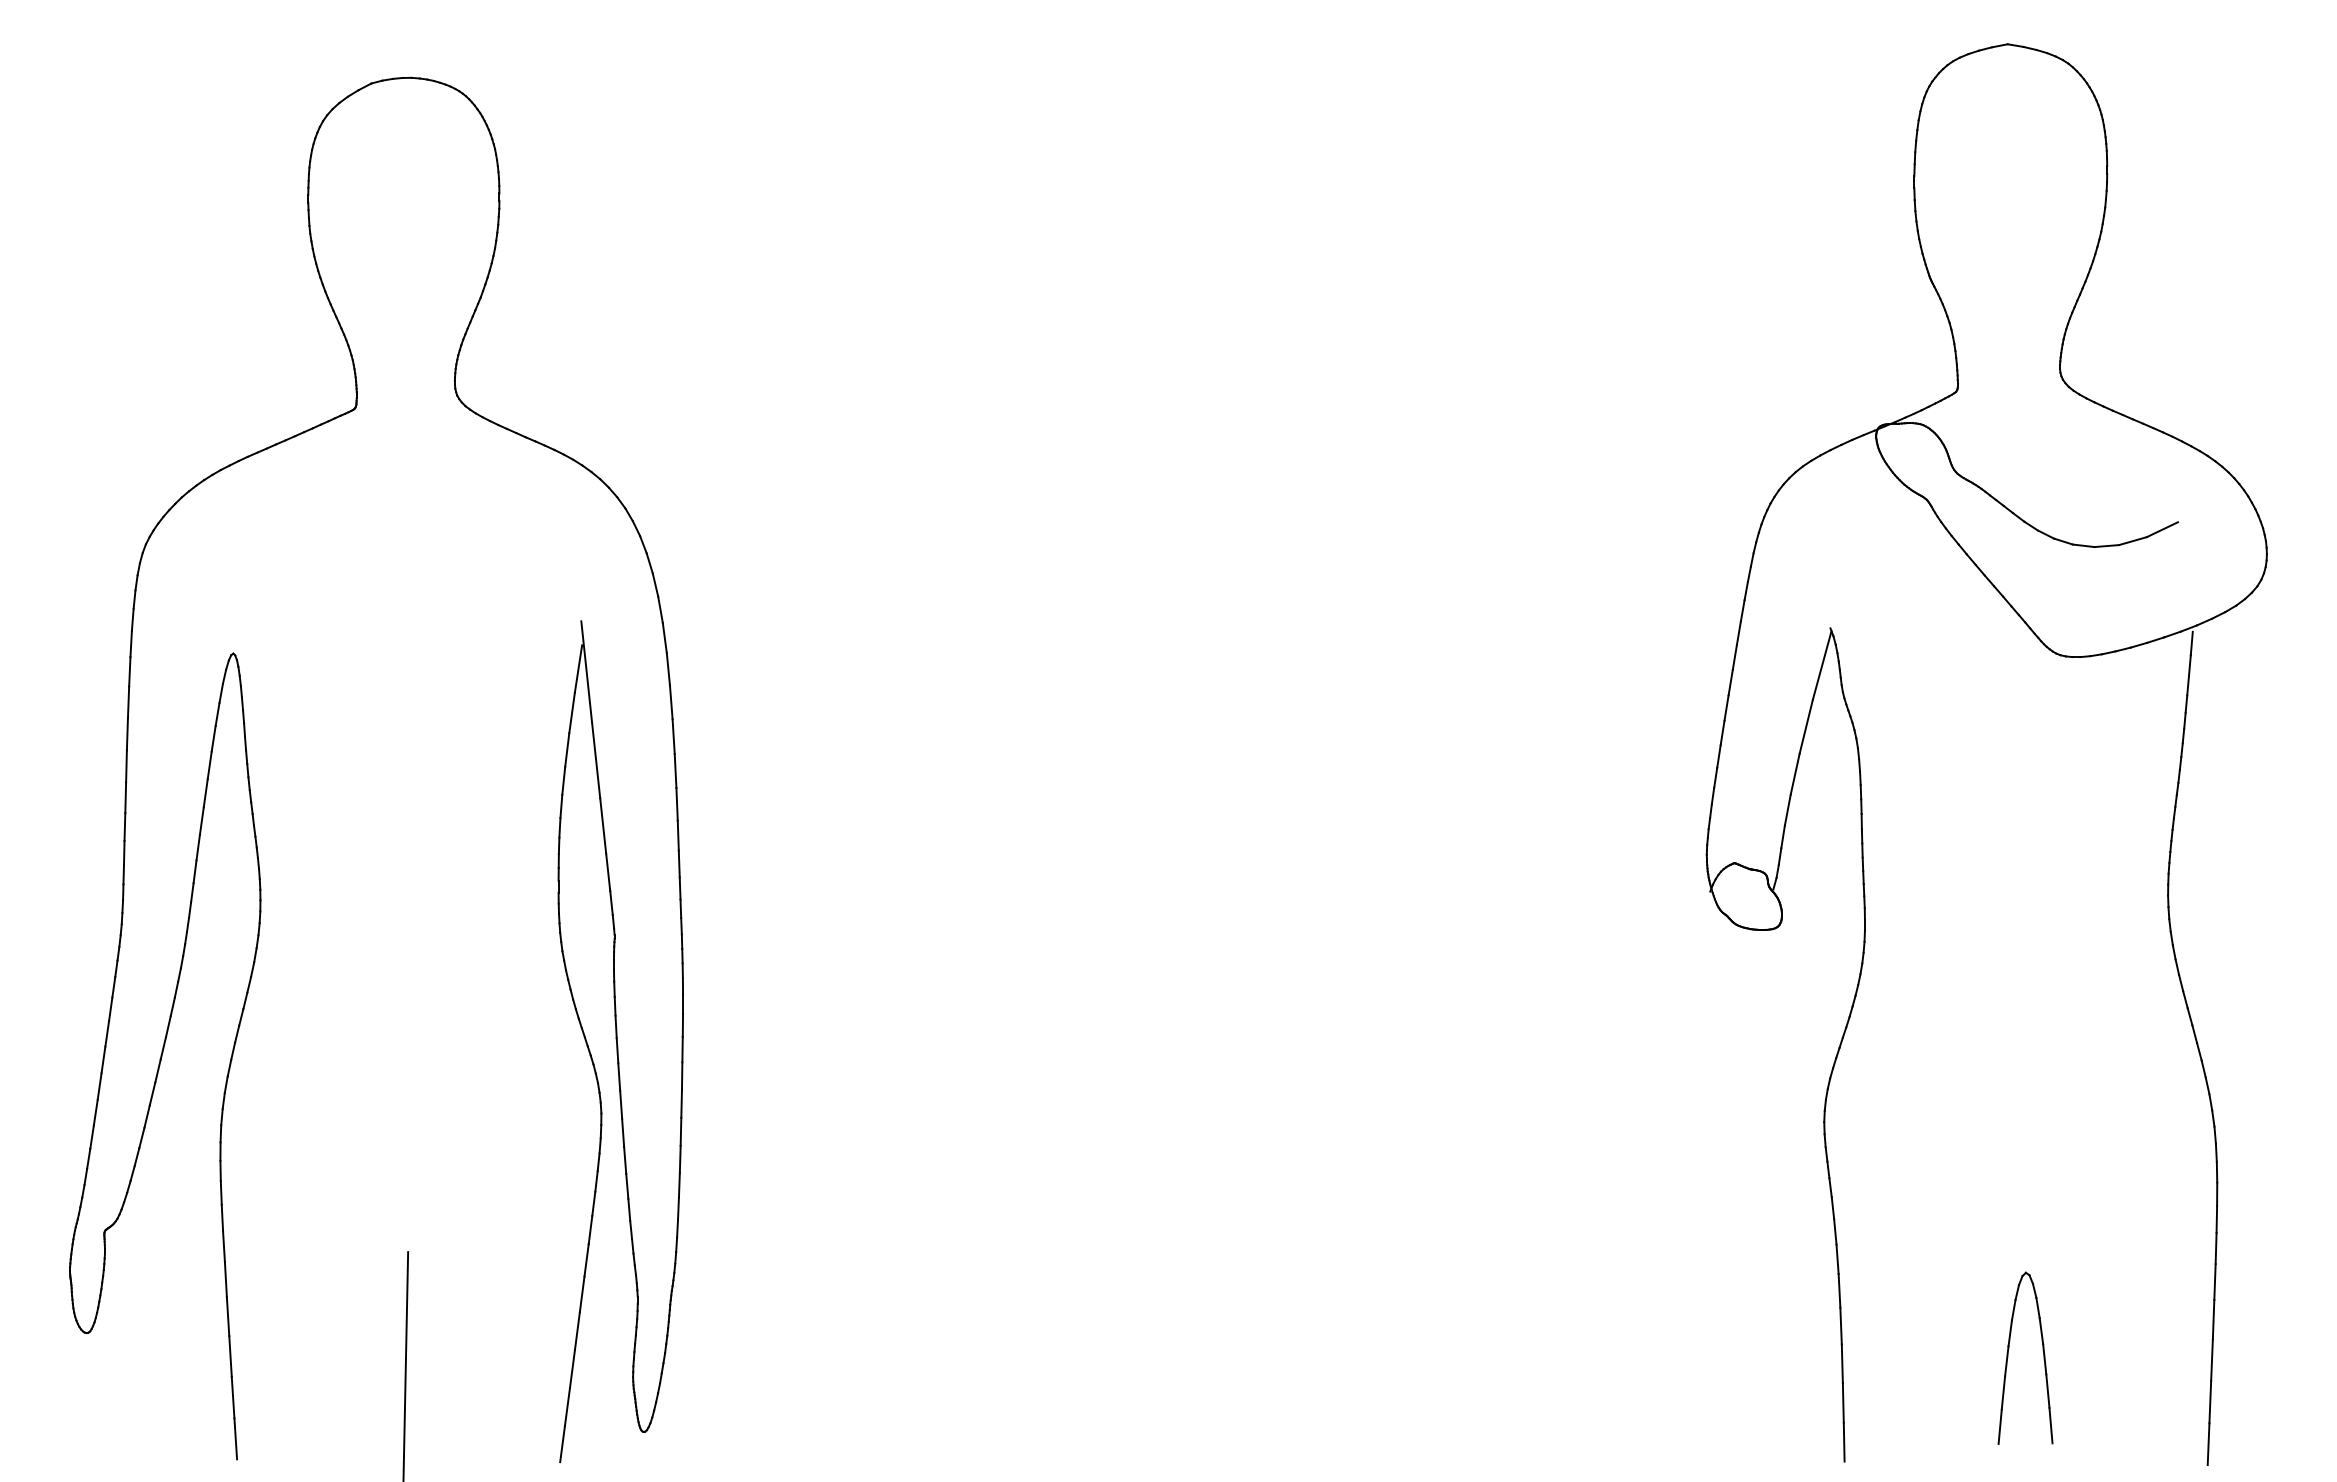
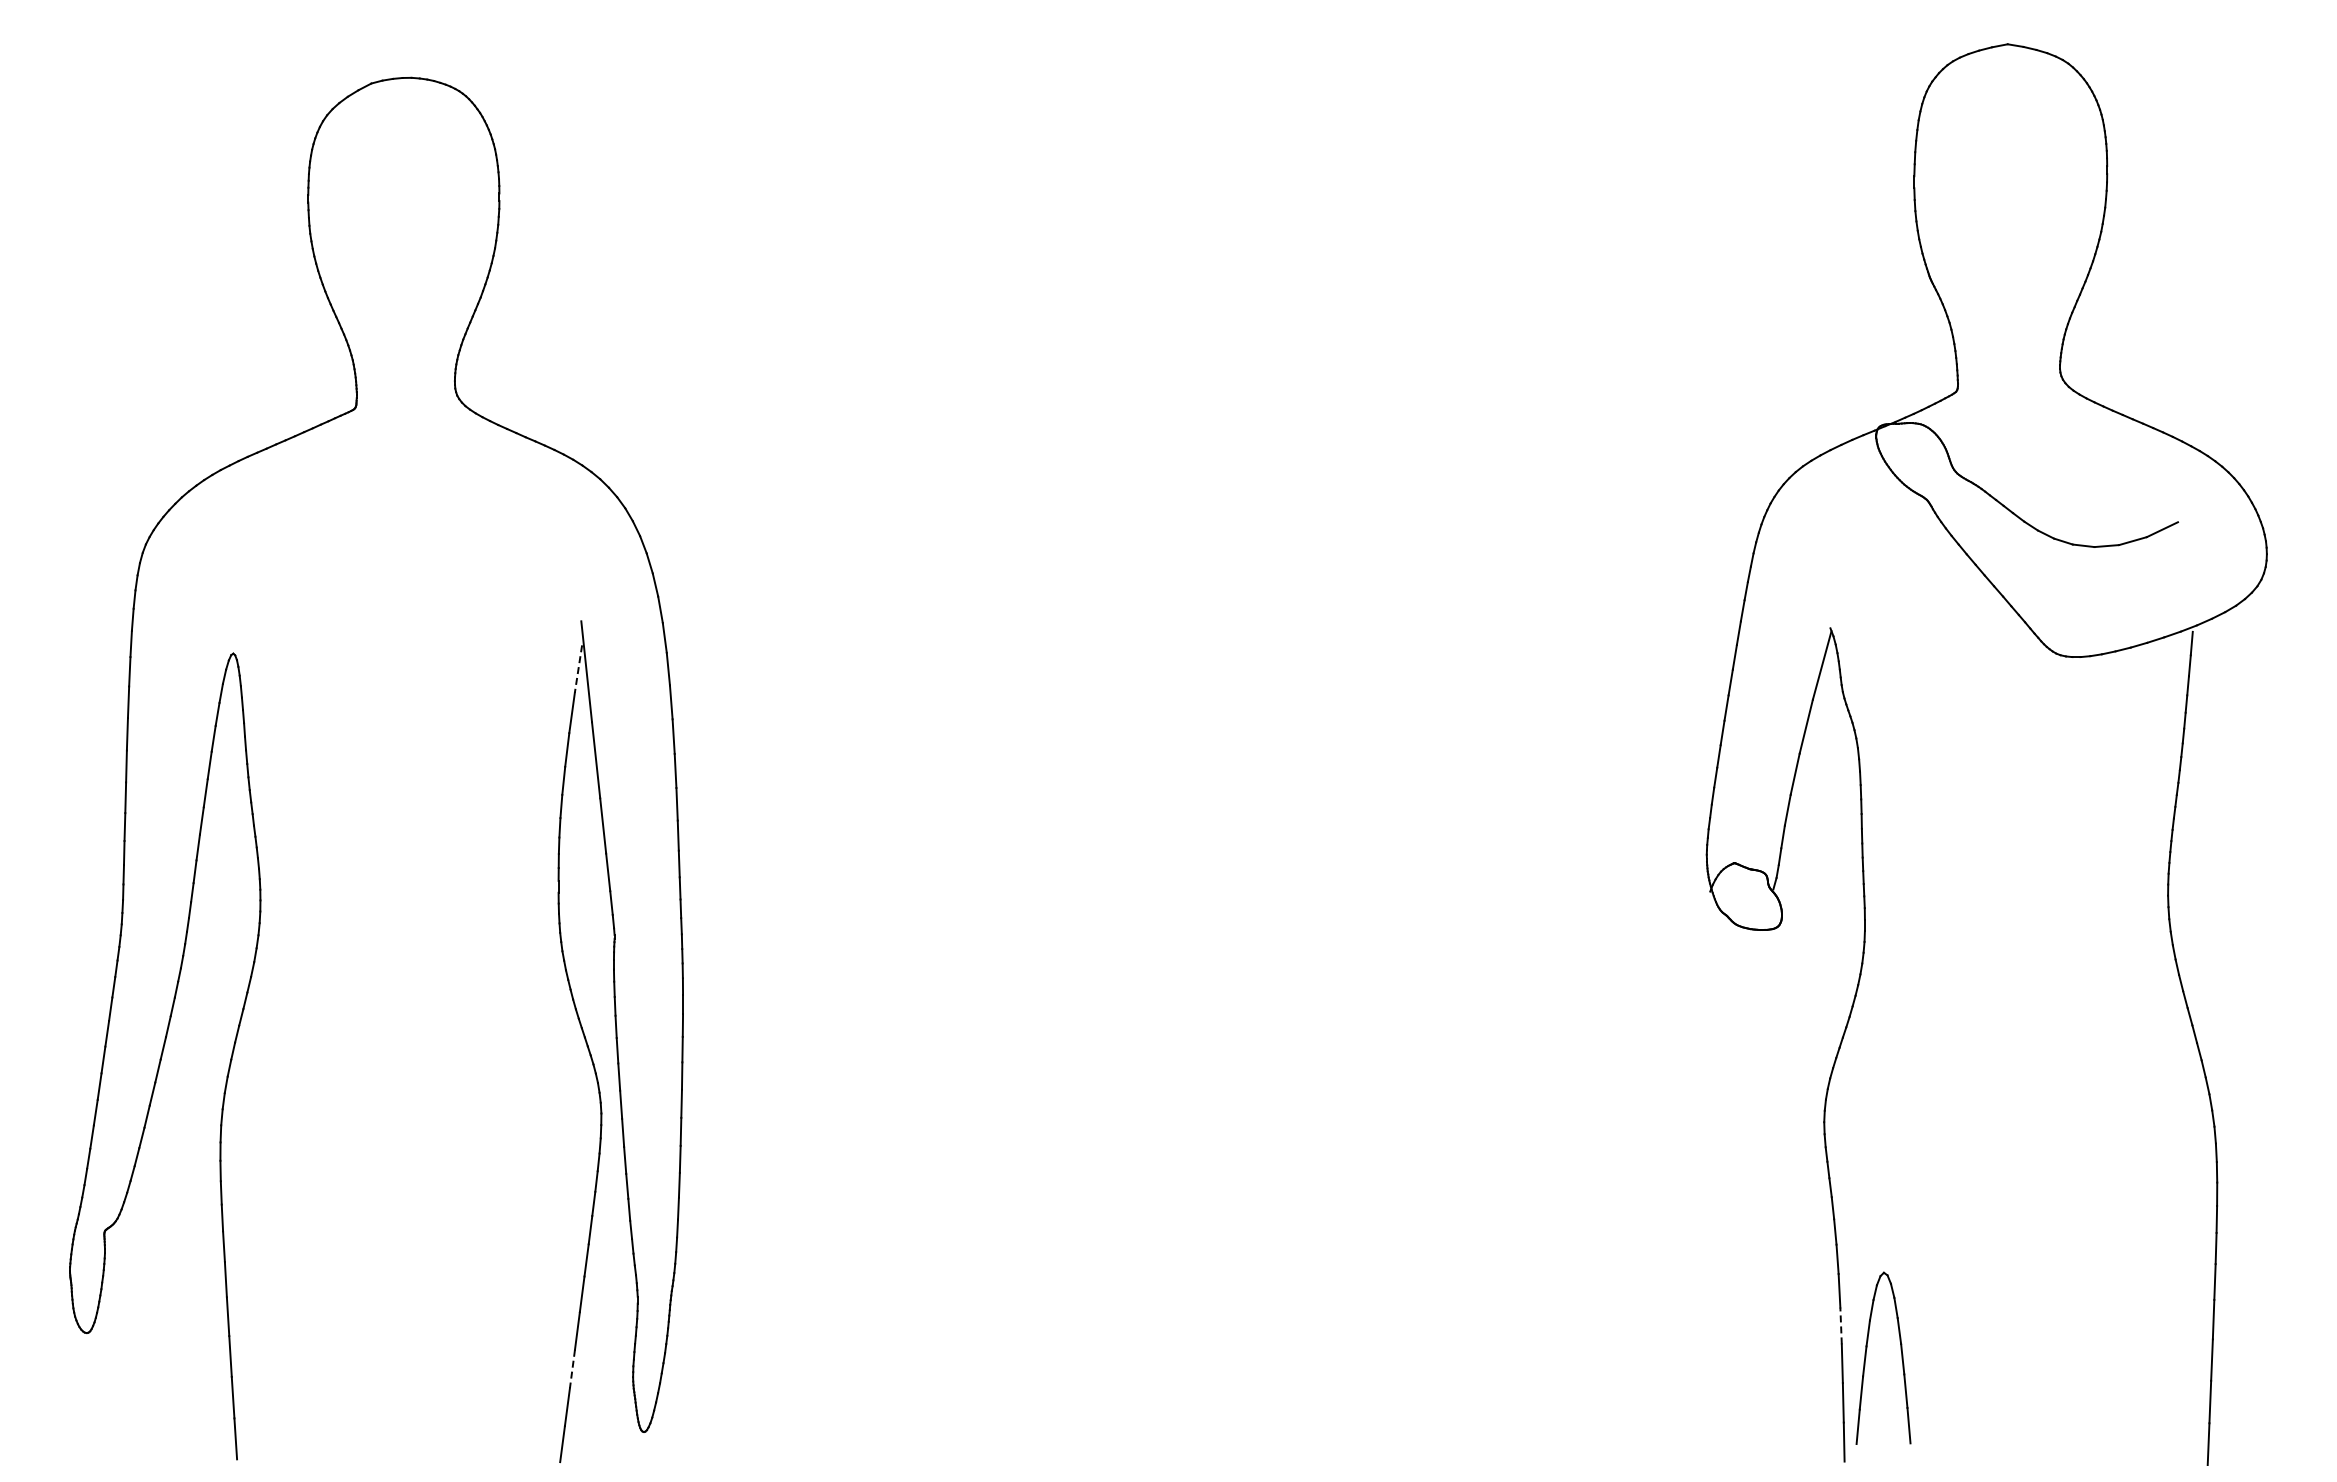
line at (578, 669): solid -> dashed
line at (1841, 1325): solid -> dashed
part at (2008, 1357) position: (2008, 1357) -> (1866, 1357)
line at (405, 1365): present -> none
line at (572, 1369): solid -> dashed
